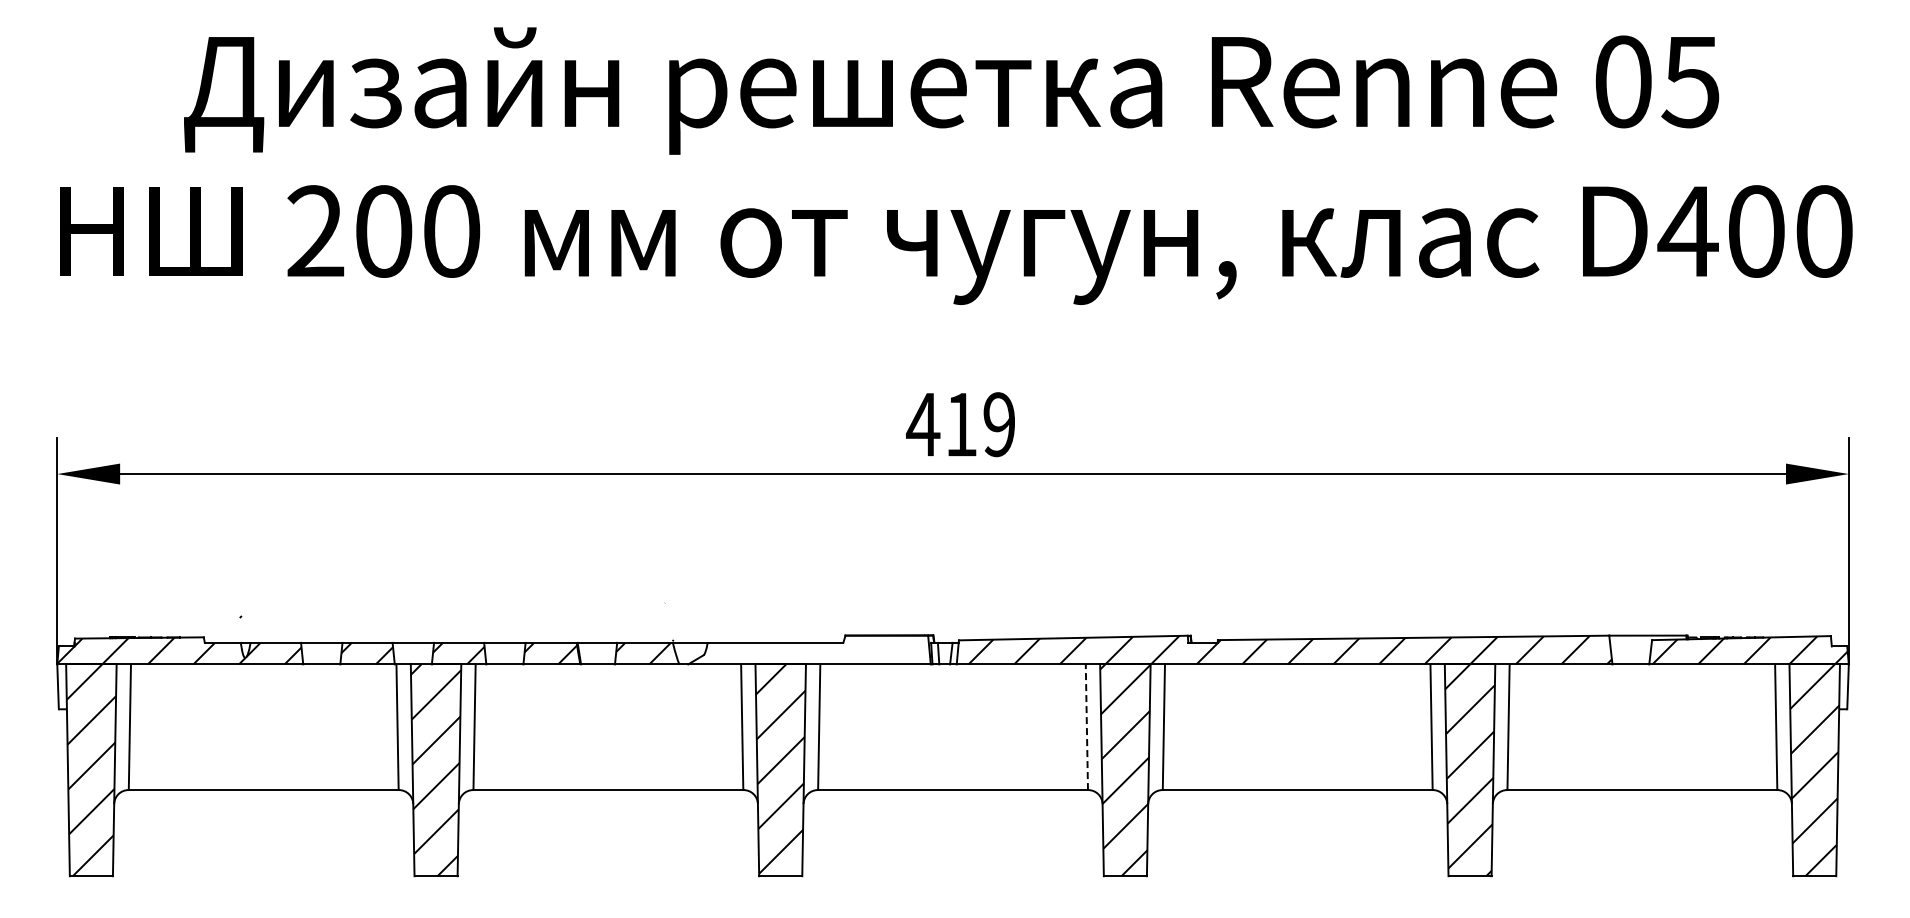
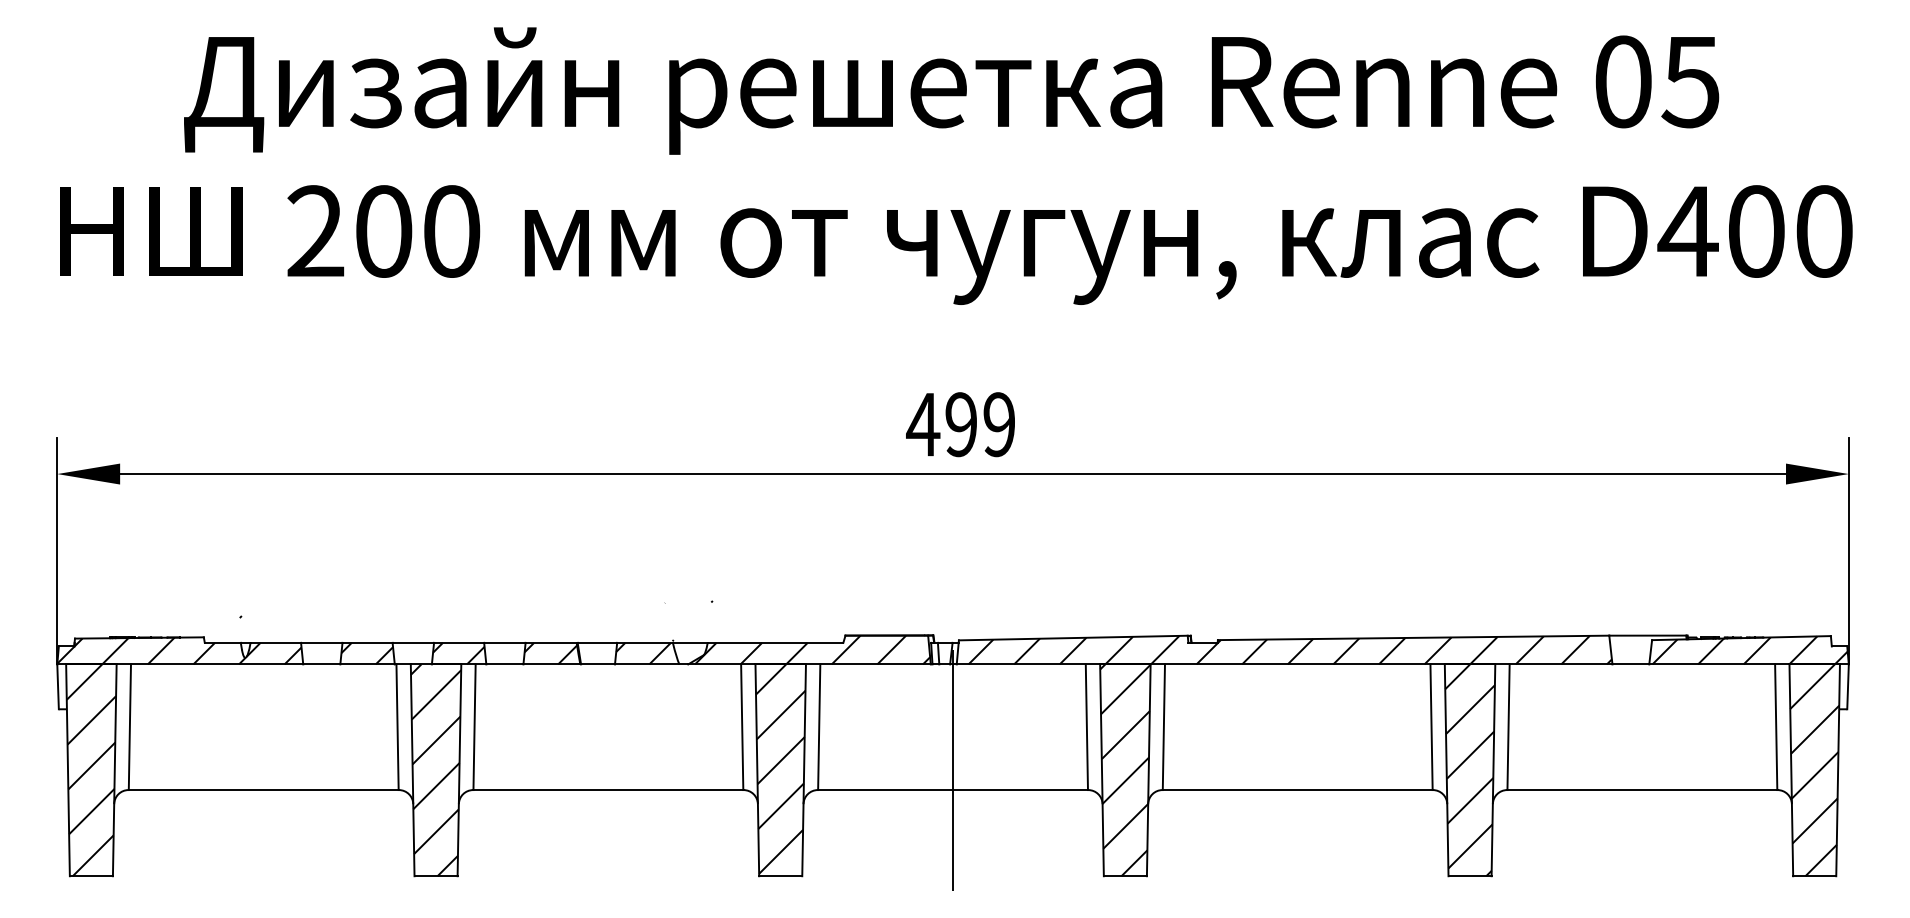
text at (960, 424): 419 -> 499
hatch at (812, 632): none -> present
line at (1086, 727): dashed -> solid
line at (953, 770): none -> present
